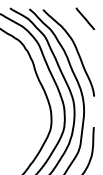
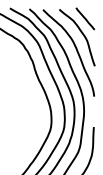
curve at (81, 33): none -> present
